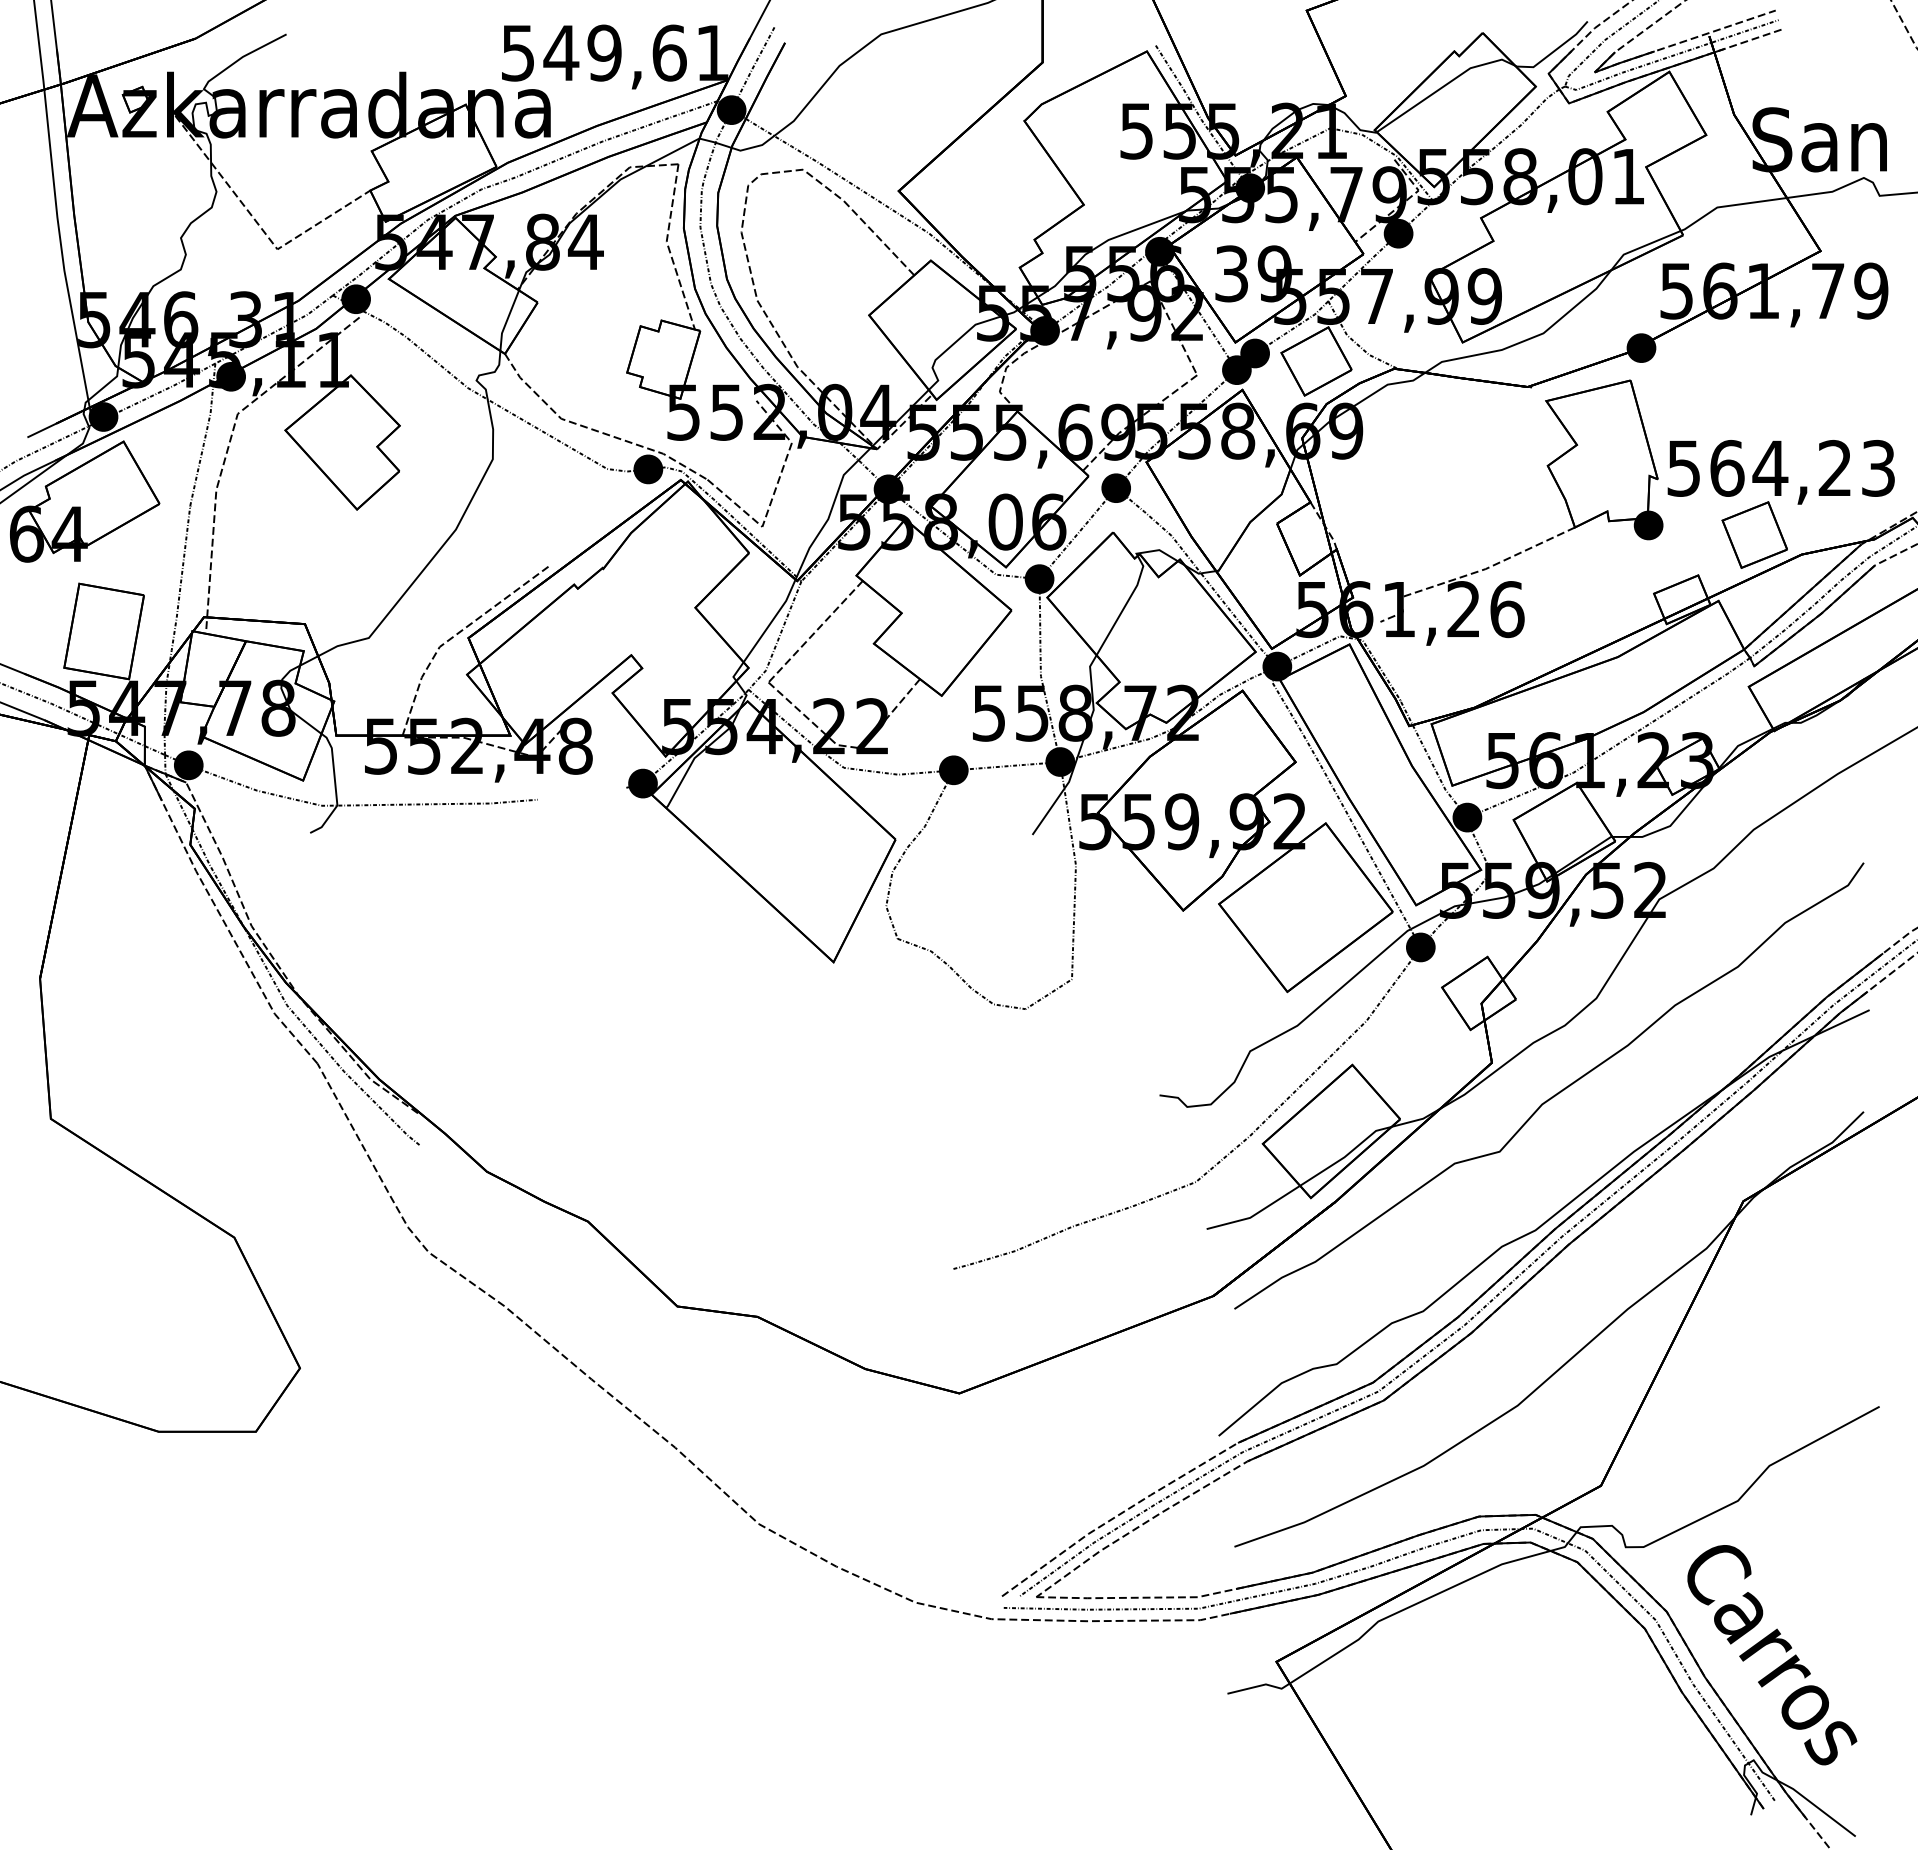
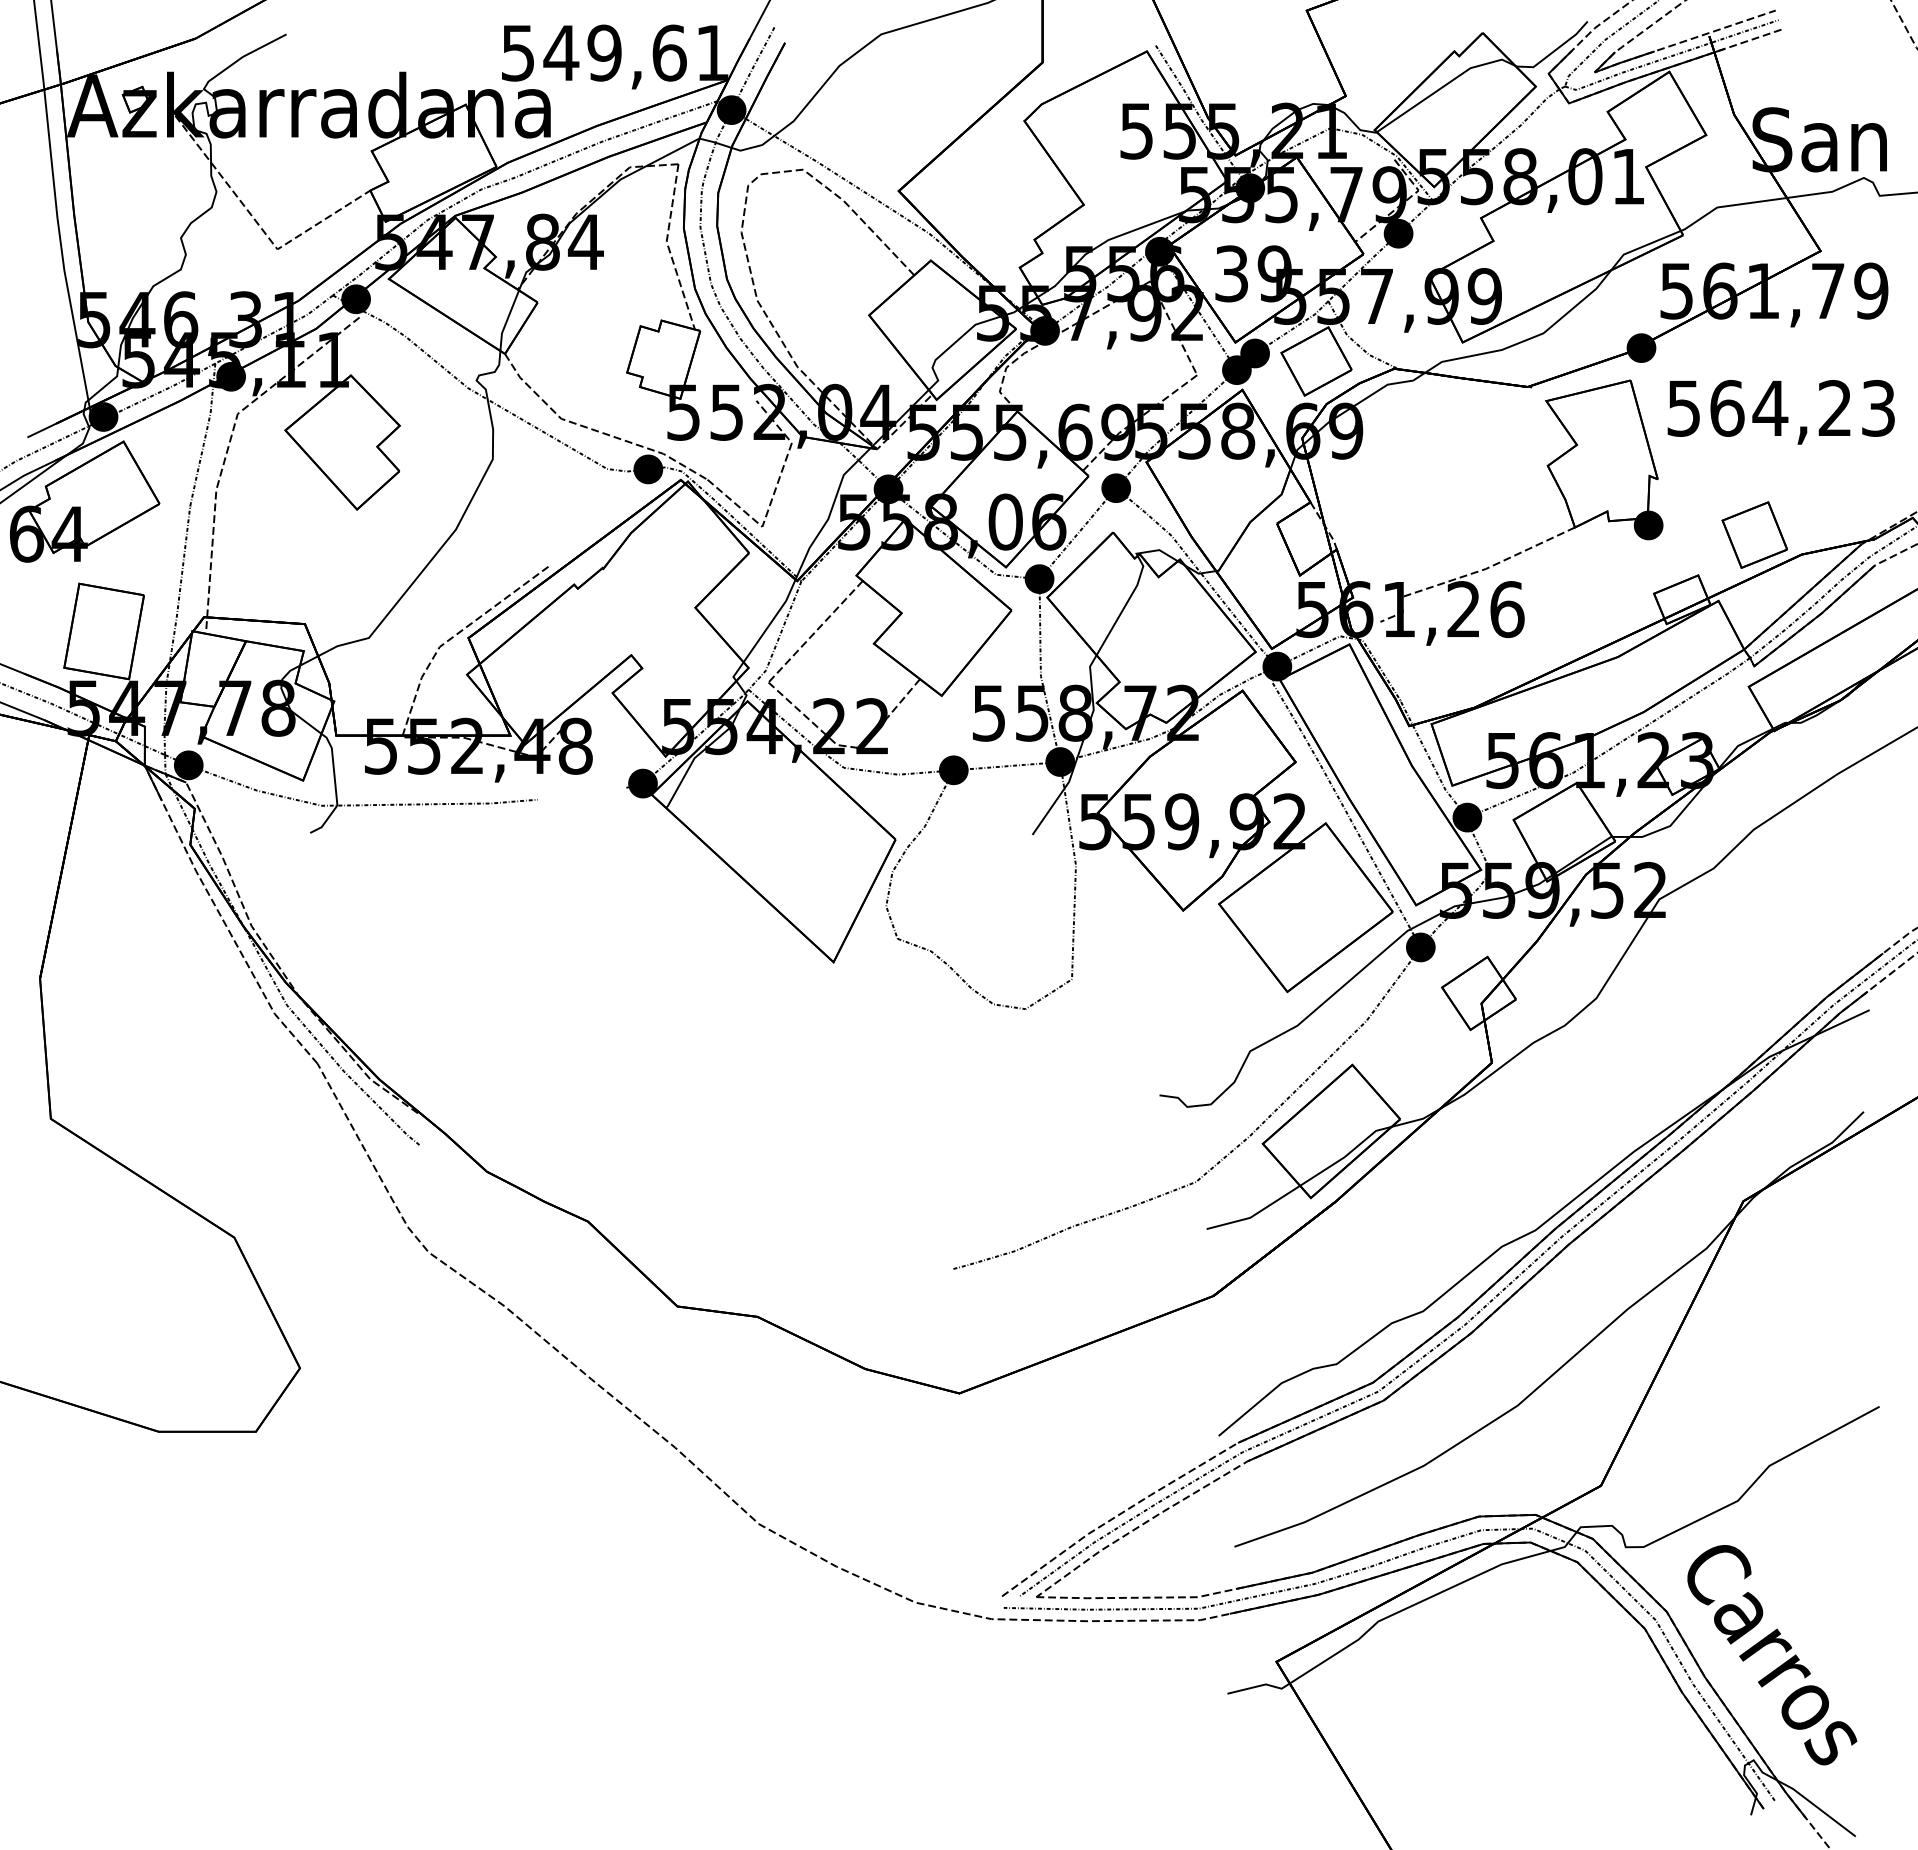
text at (1780, 472) position: (1780, 472) -> (1780, 412)
curve at (1554, 1094): present -> none
